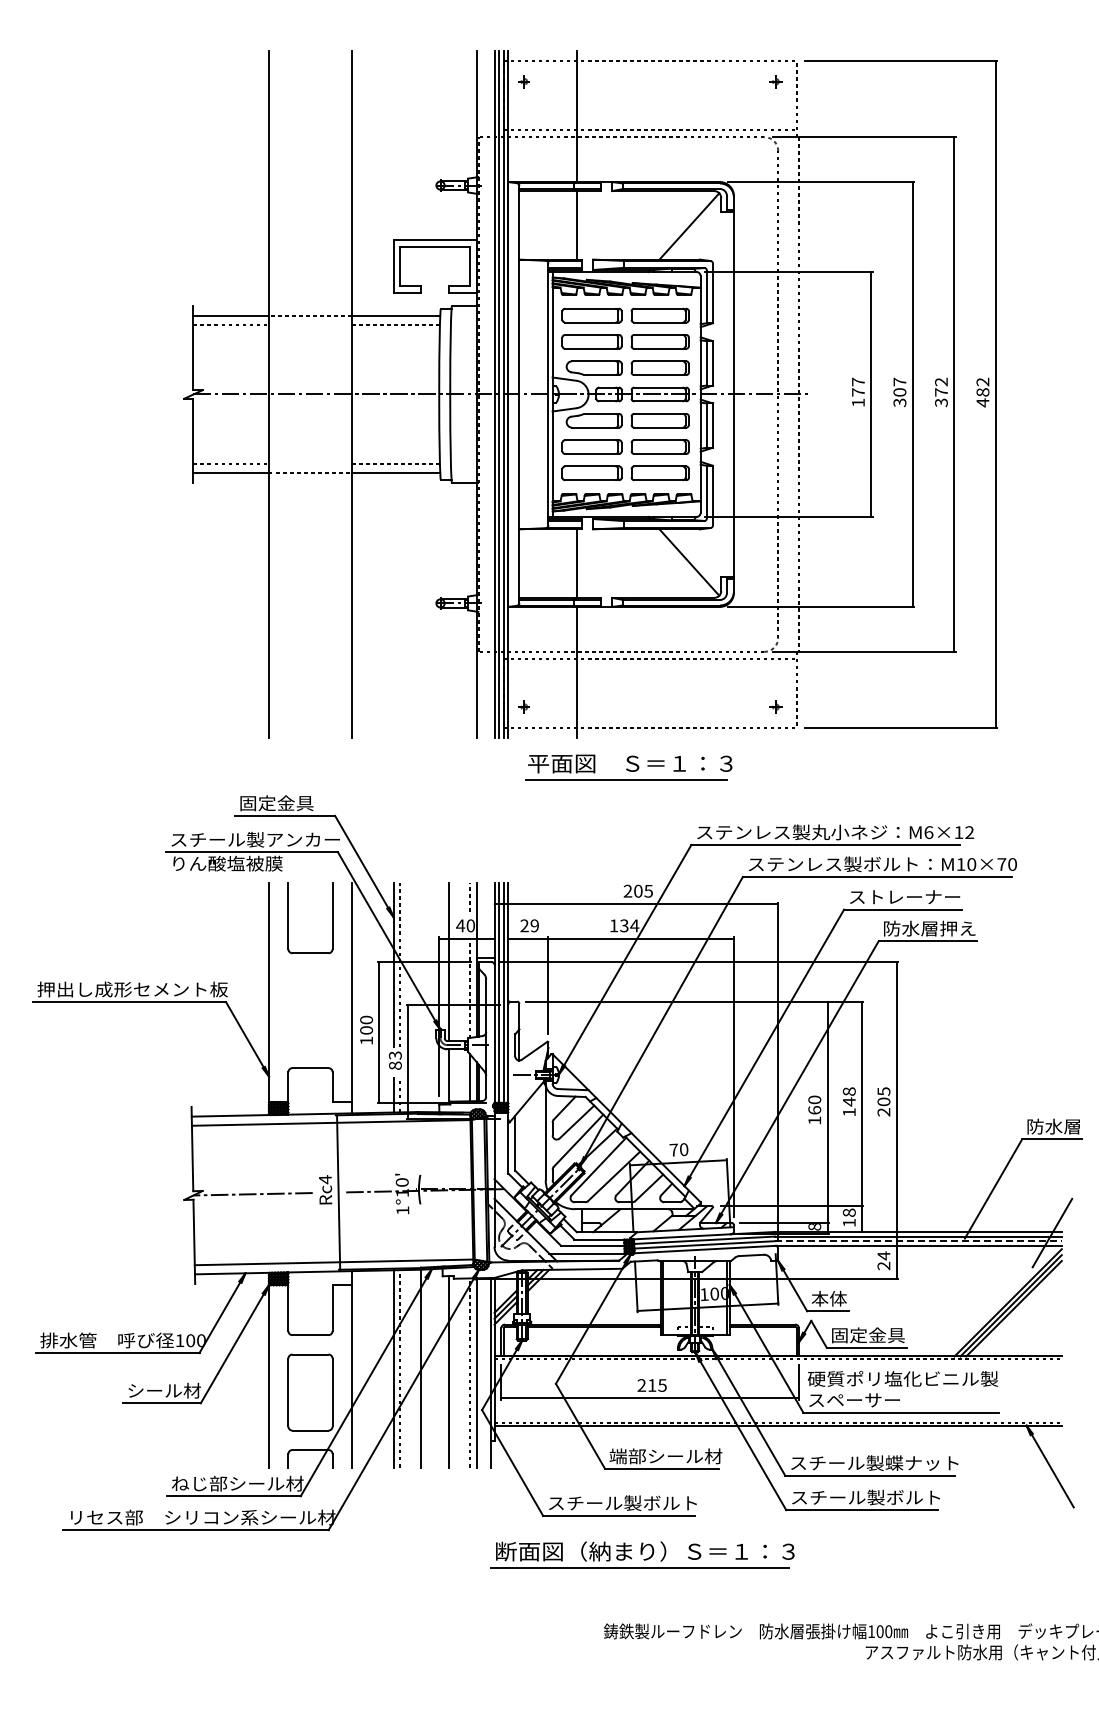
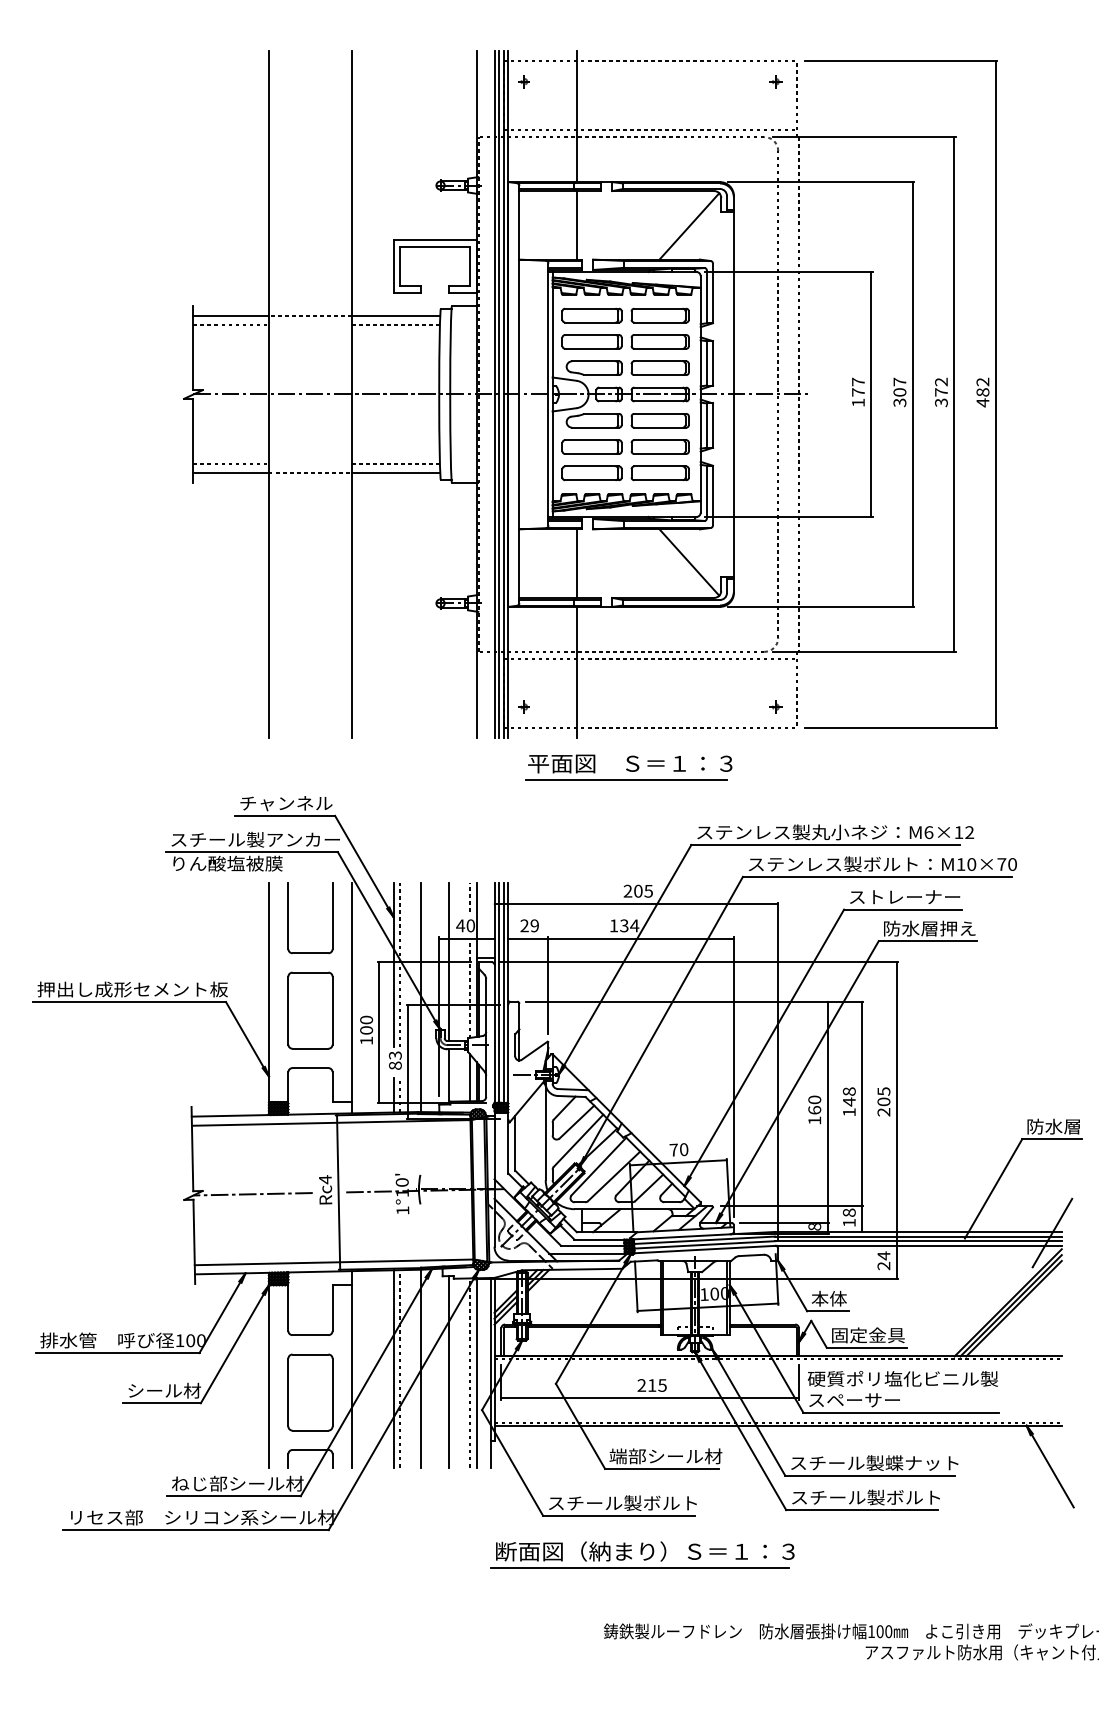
text at (286, 803): 固定金具 -> チャンネル
line at (421, 996): none -> present
part at (310, 1010): none -> present
line at (918, 1241): dashed -> solid
